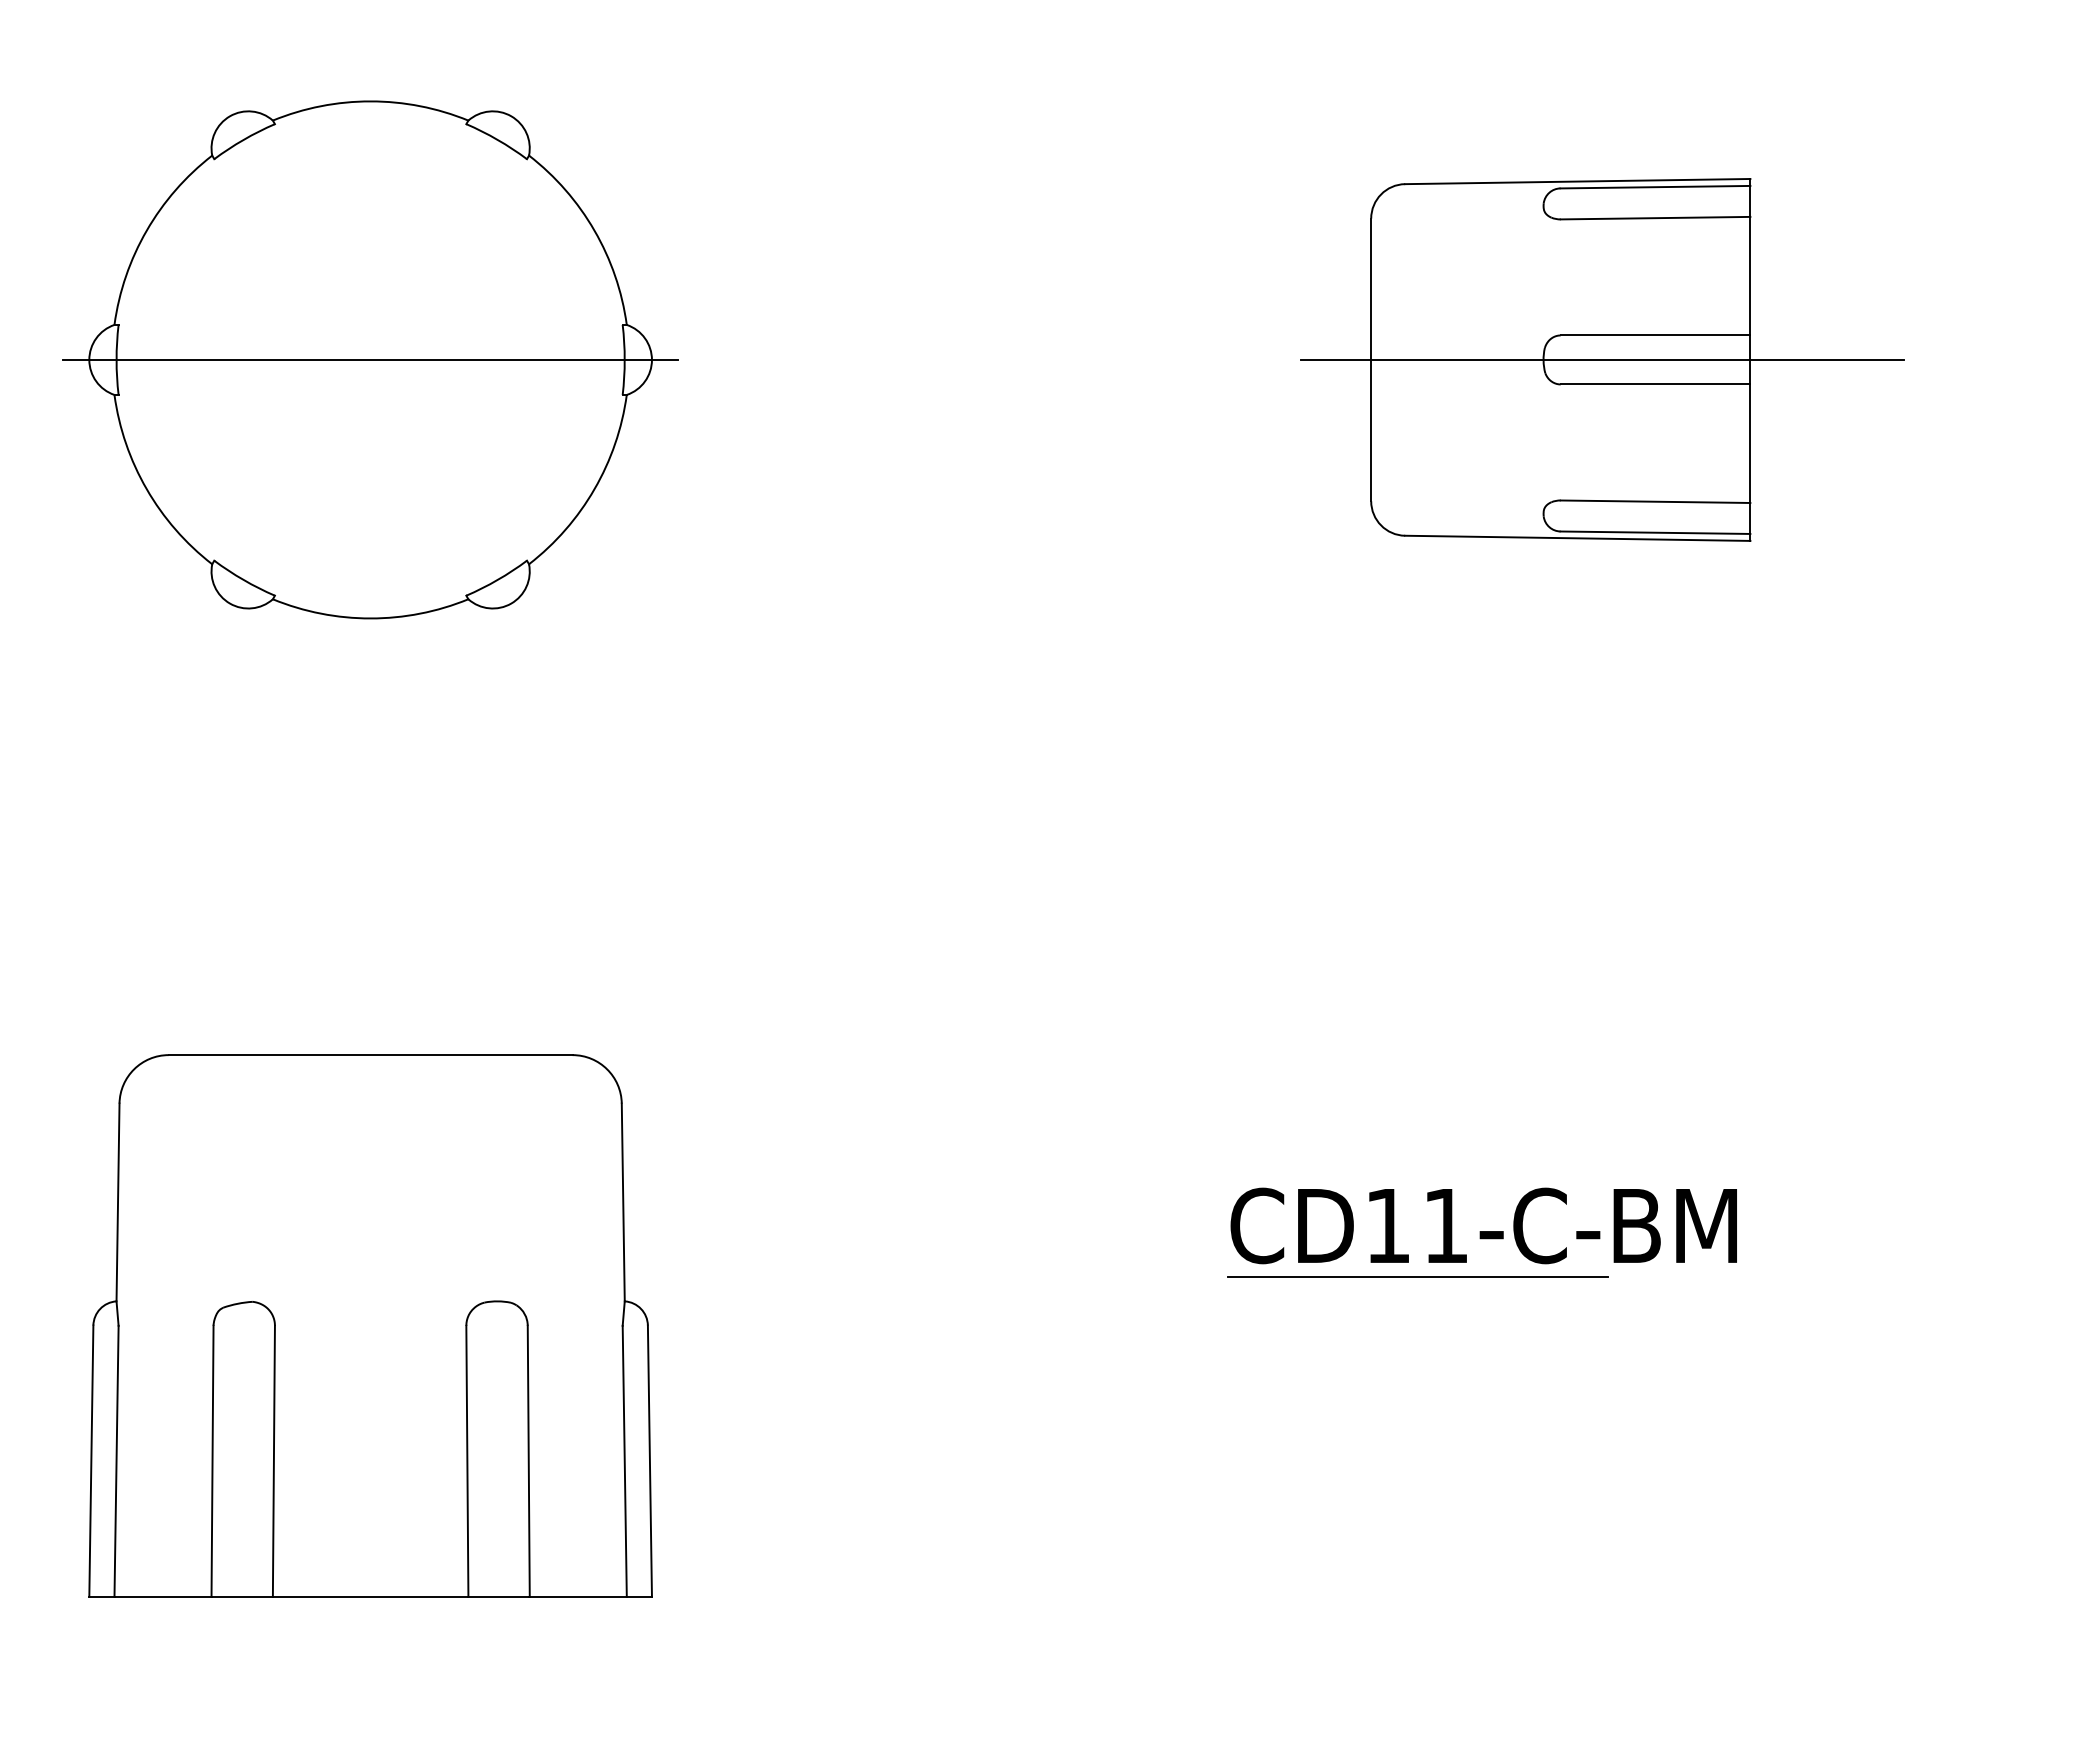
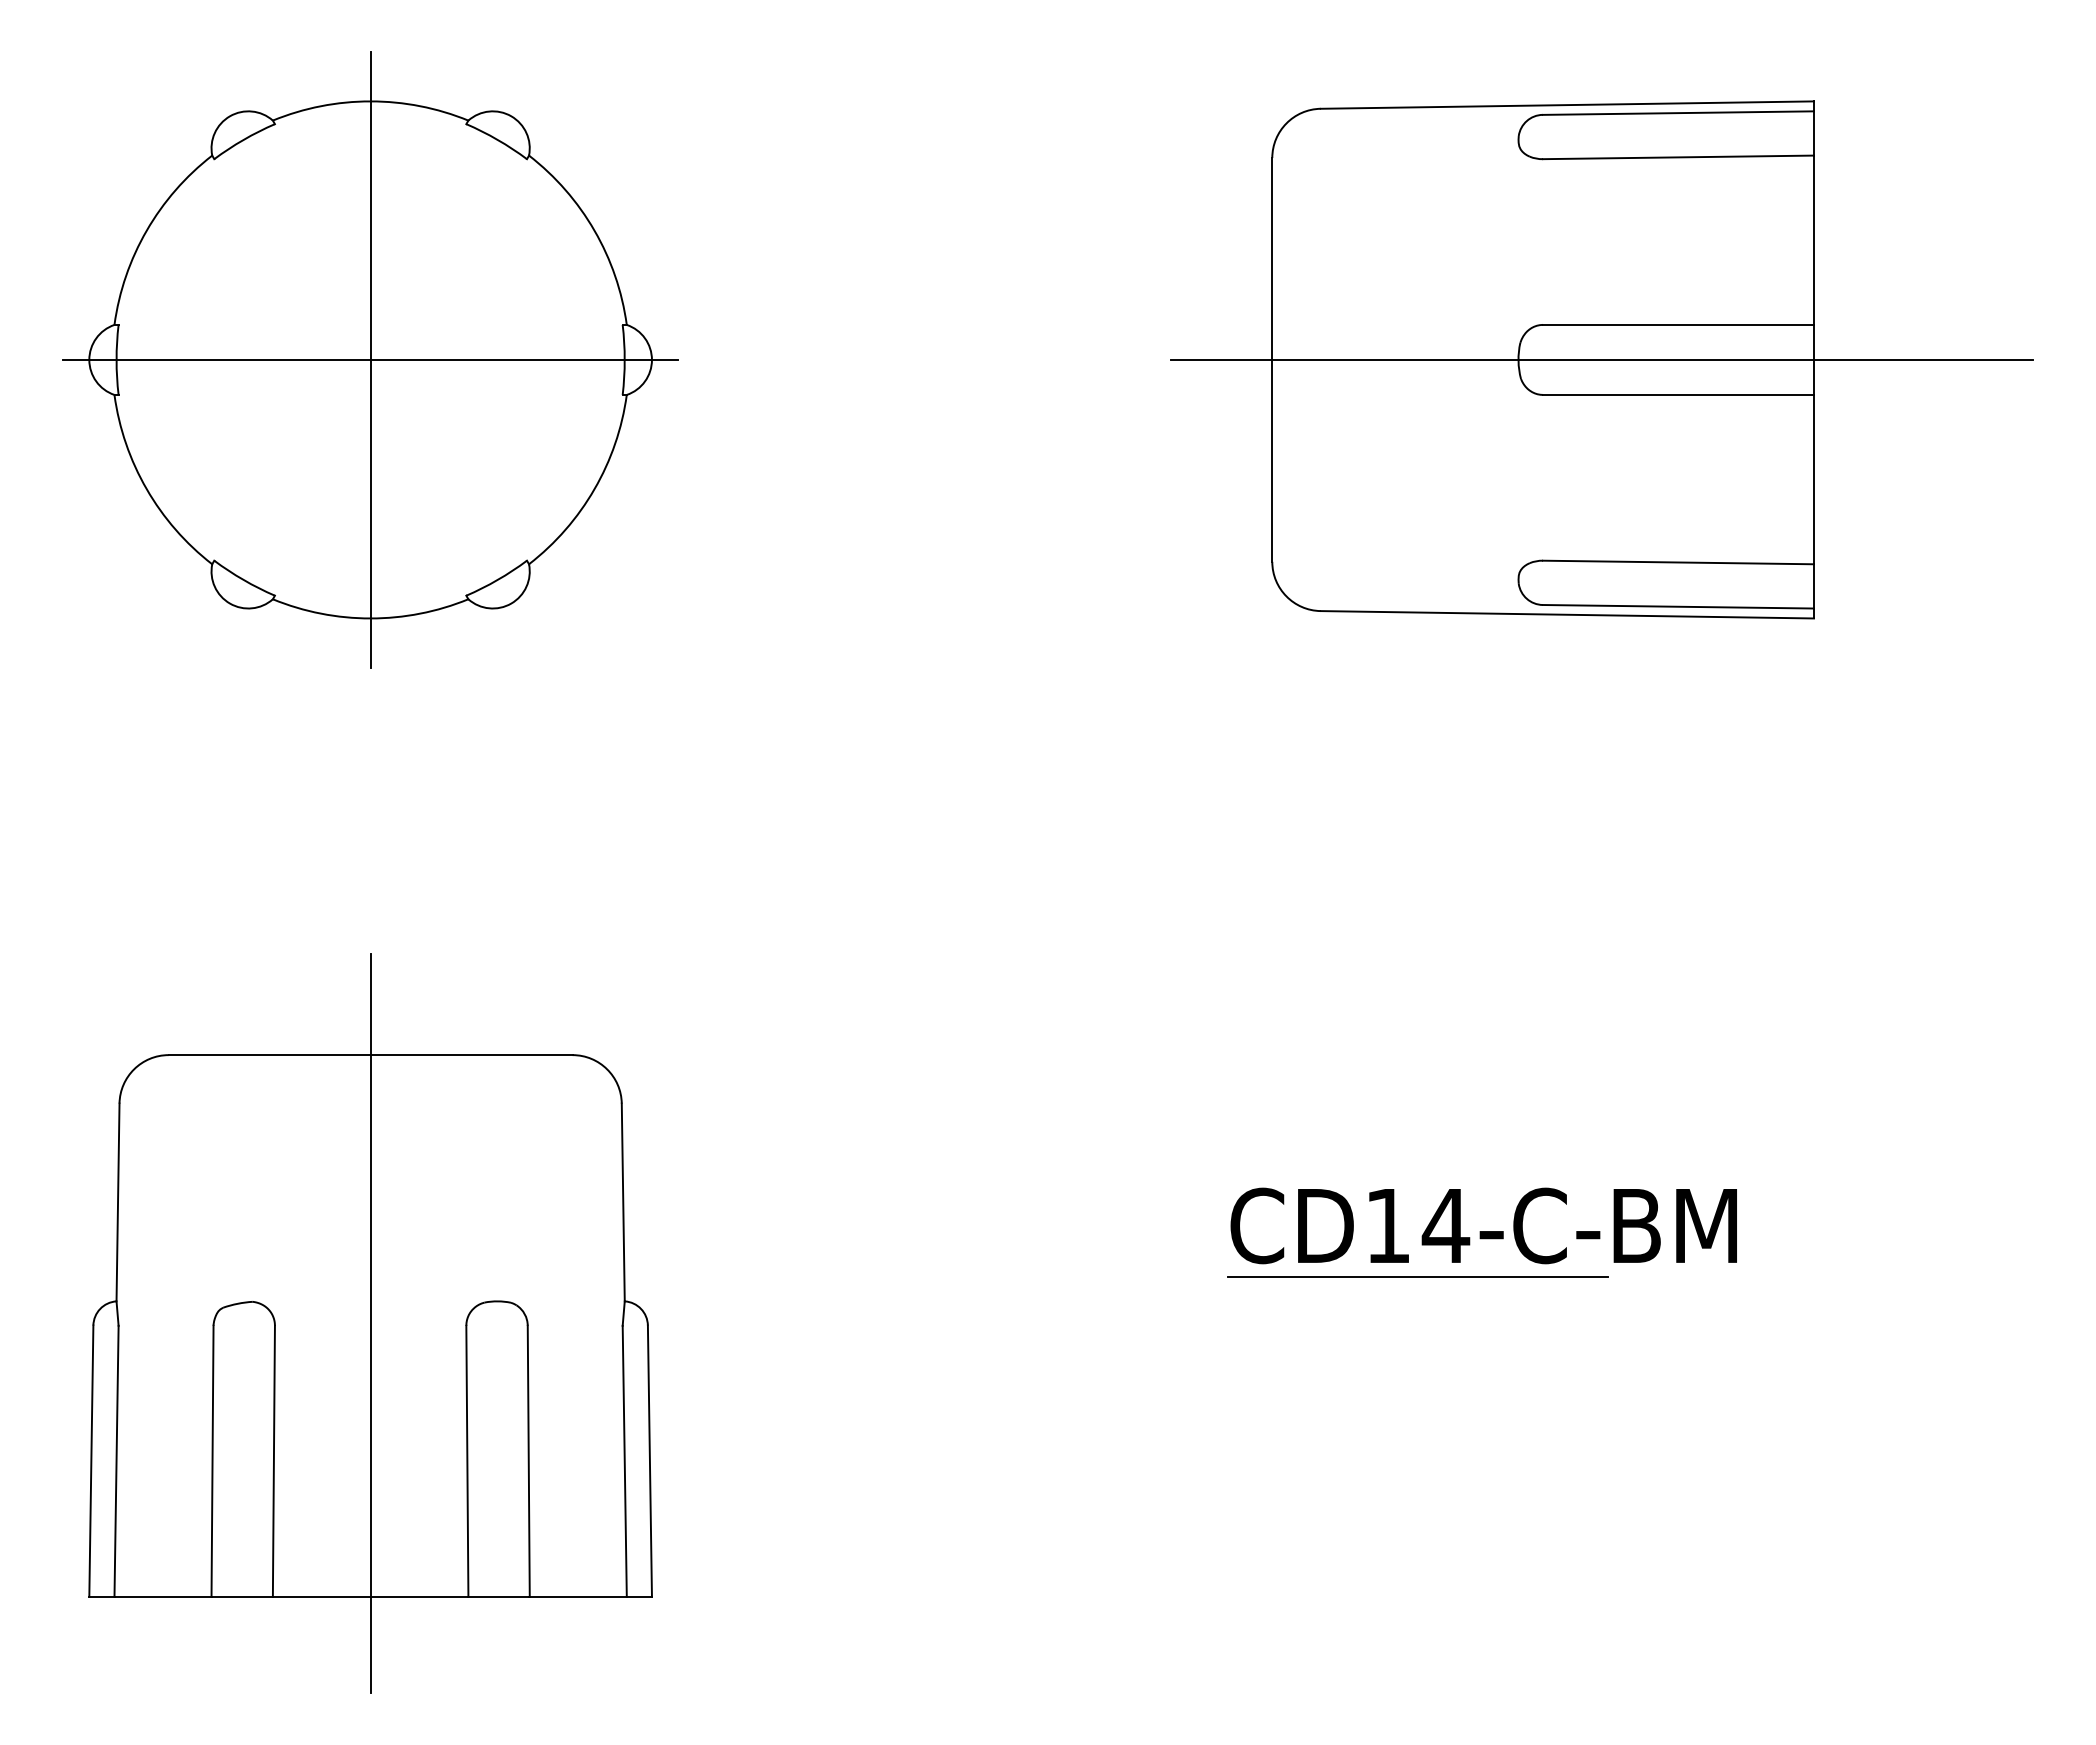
line at (370, 359): none -> present
part at (1602, 359) size: 605x364 px -> 864x520 px
text at (1445, 1225): CD11-C-BM -> CD14-C-BM
line at (370, 1323): none -> present
